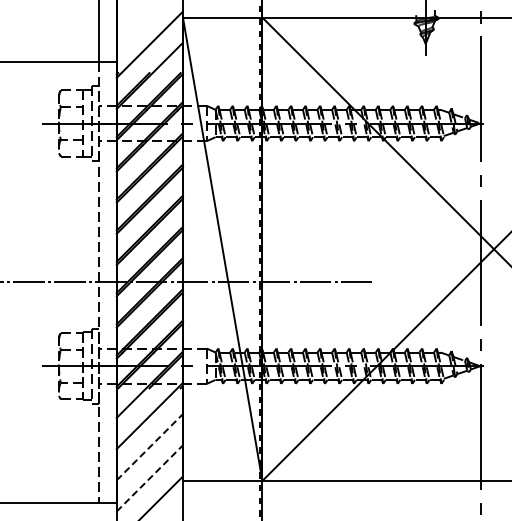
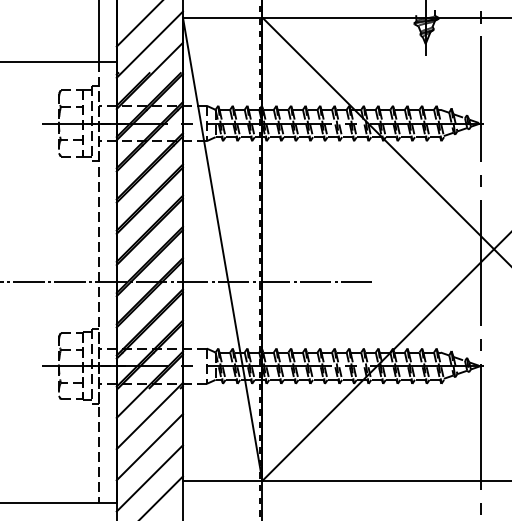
line at (138, 24): none -> present
line at (149, 447): dashed -> solid
line at (149, 478): dashed -> solid
